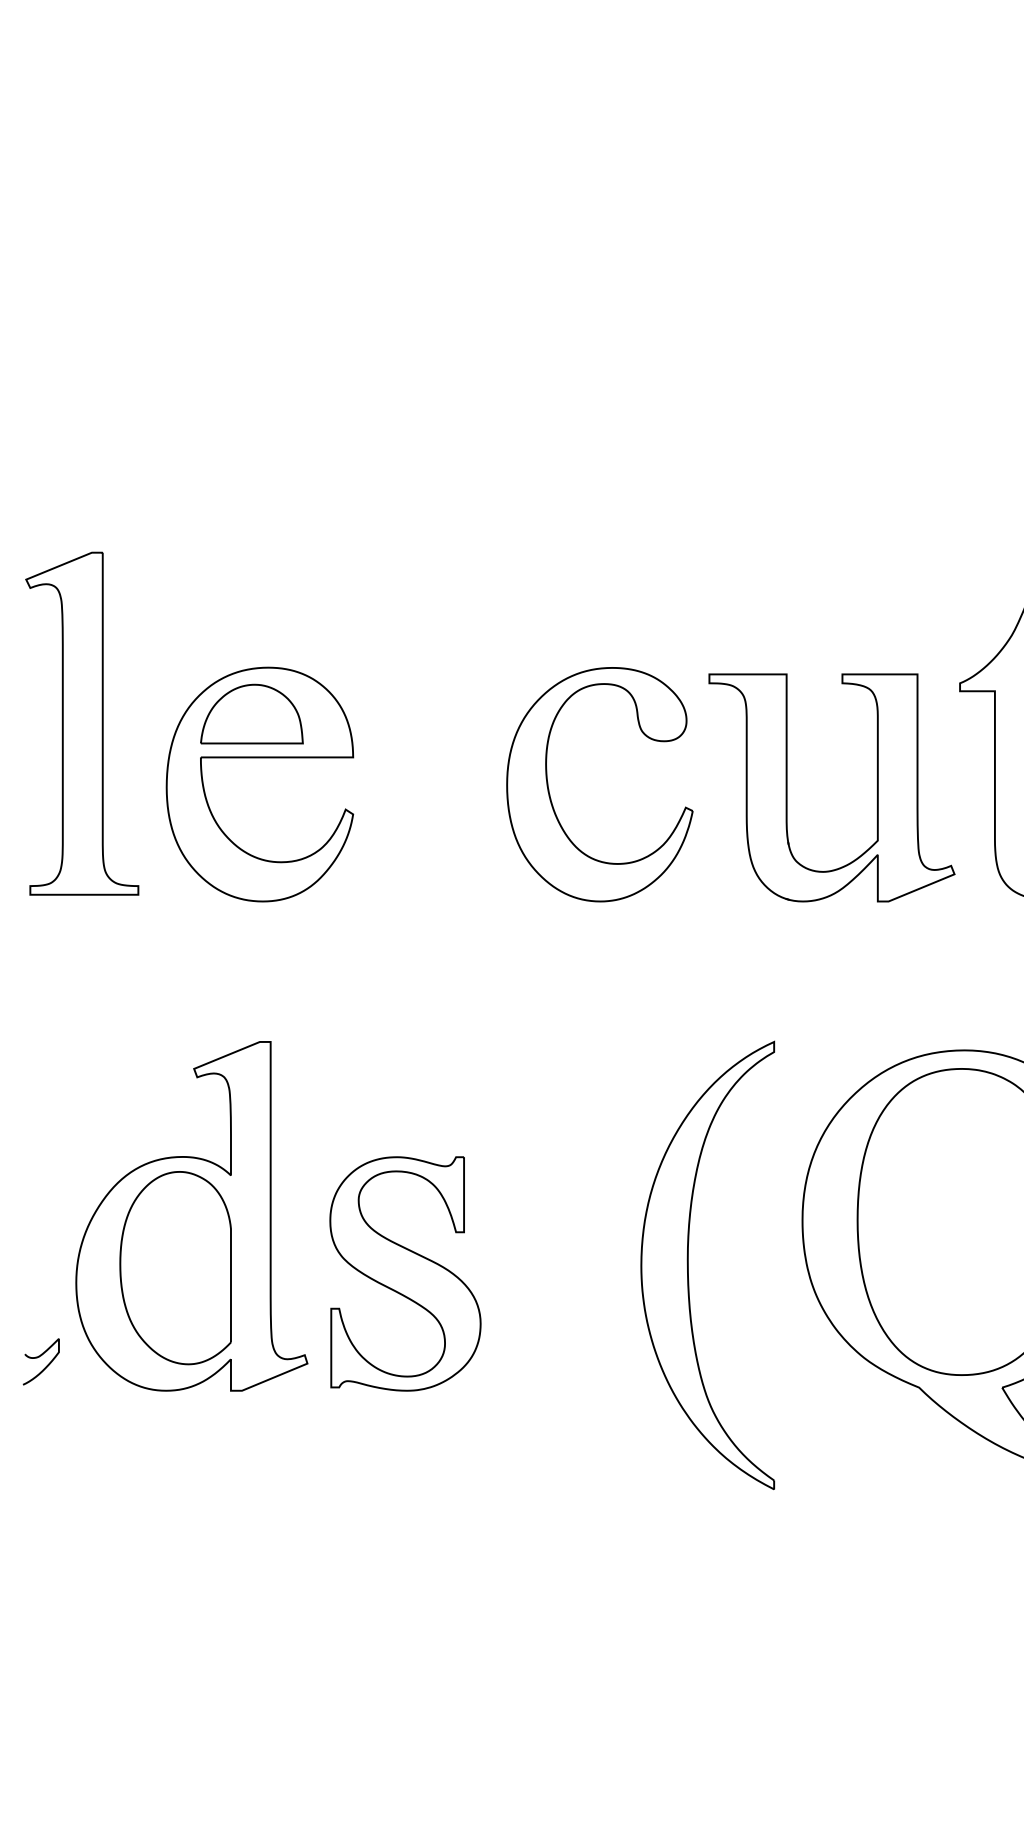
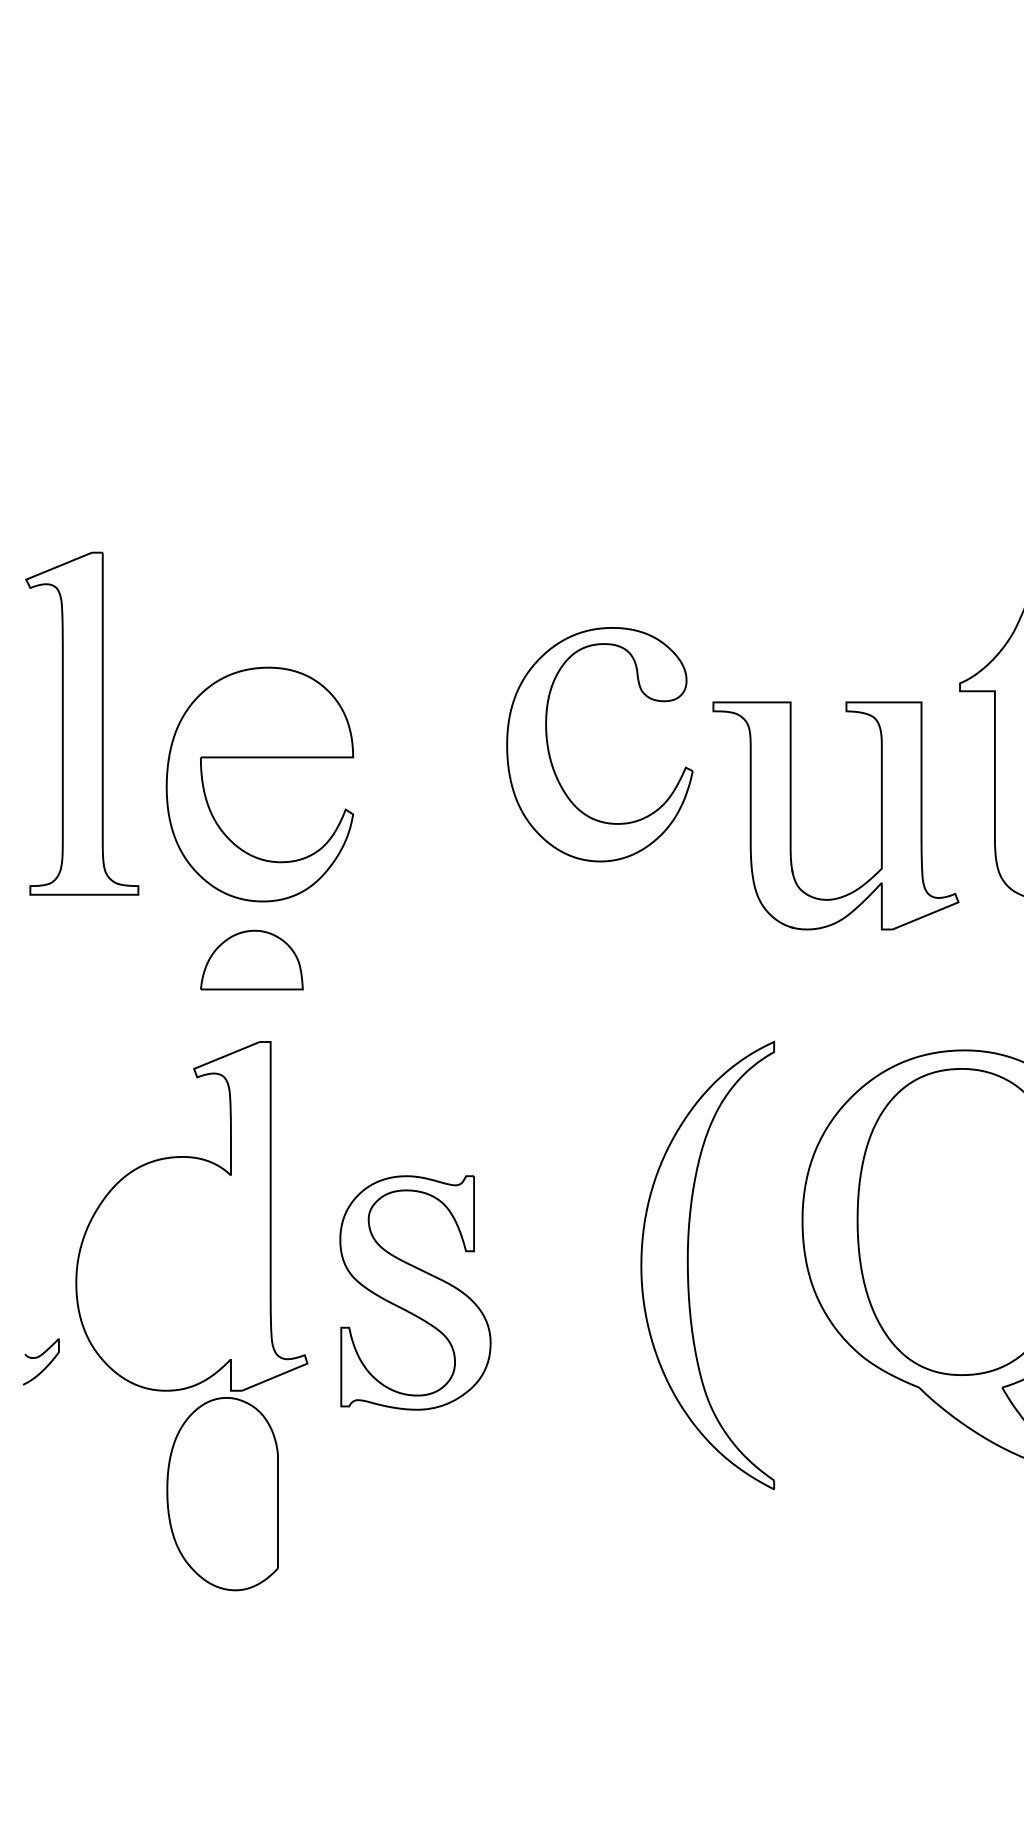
part at (251, 713) position: (251, 713) -> (251, 959)
part at (787, 787) position: (787, 787) -> (791, 815)
part at (551, 798) position: (551, 798) -> (551, 758)
part at (175, 1268) position: (175, 1268) -> (222, 1494)
part at (405, 1273) position: (405, 1273) -> (415, 1292)
